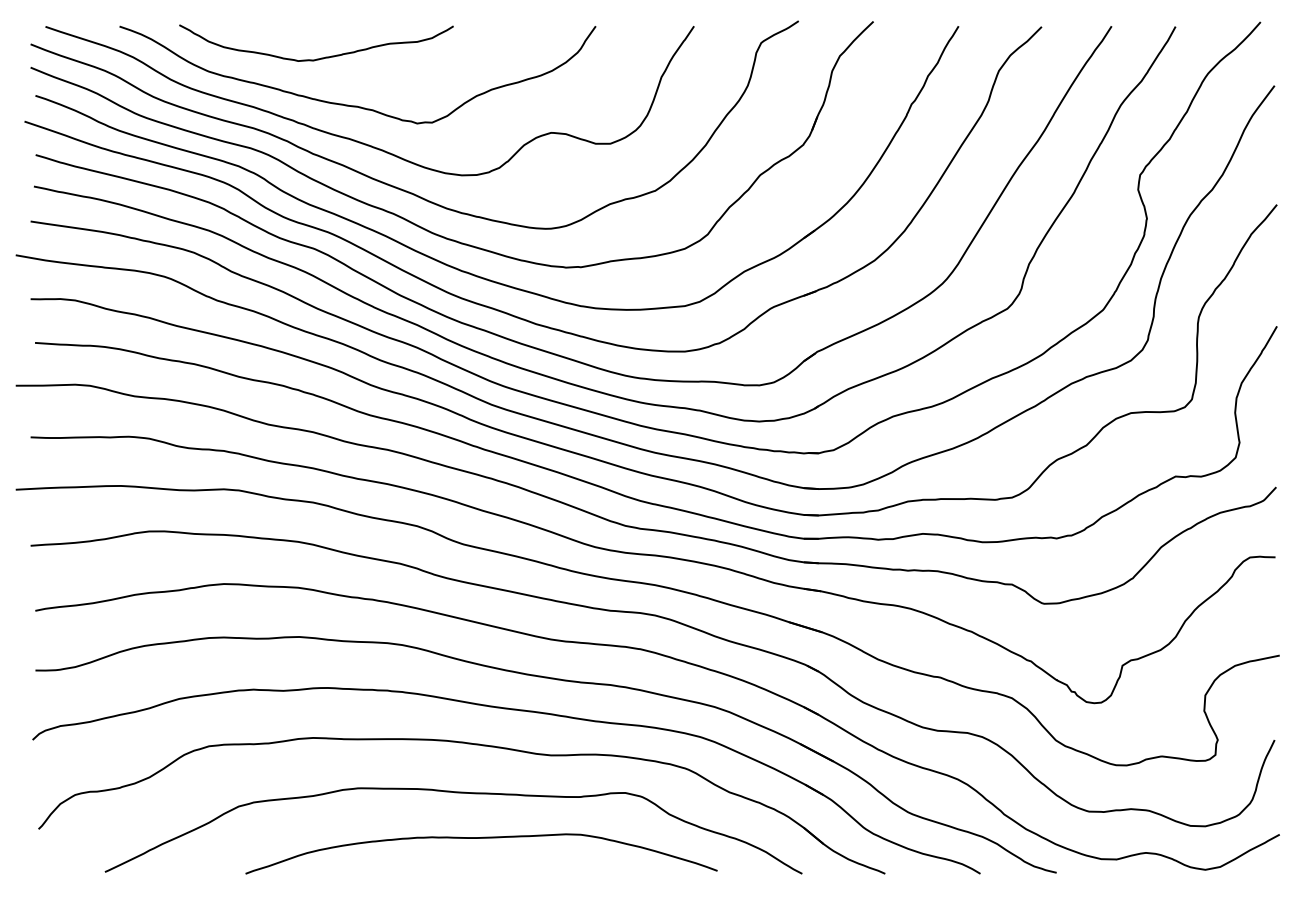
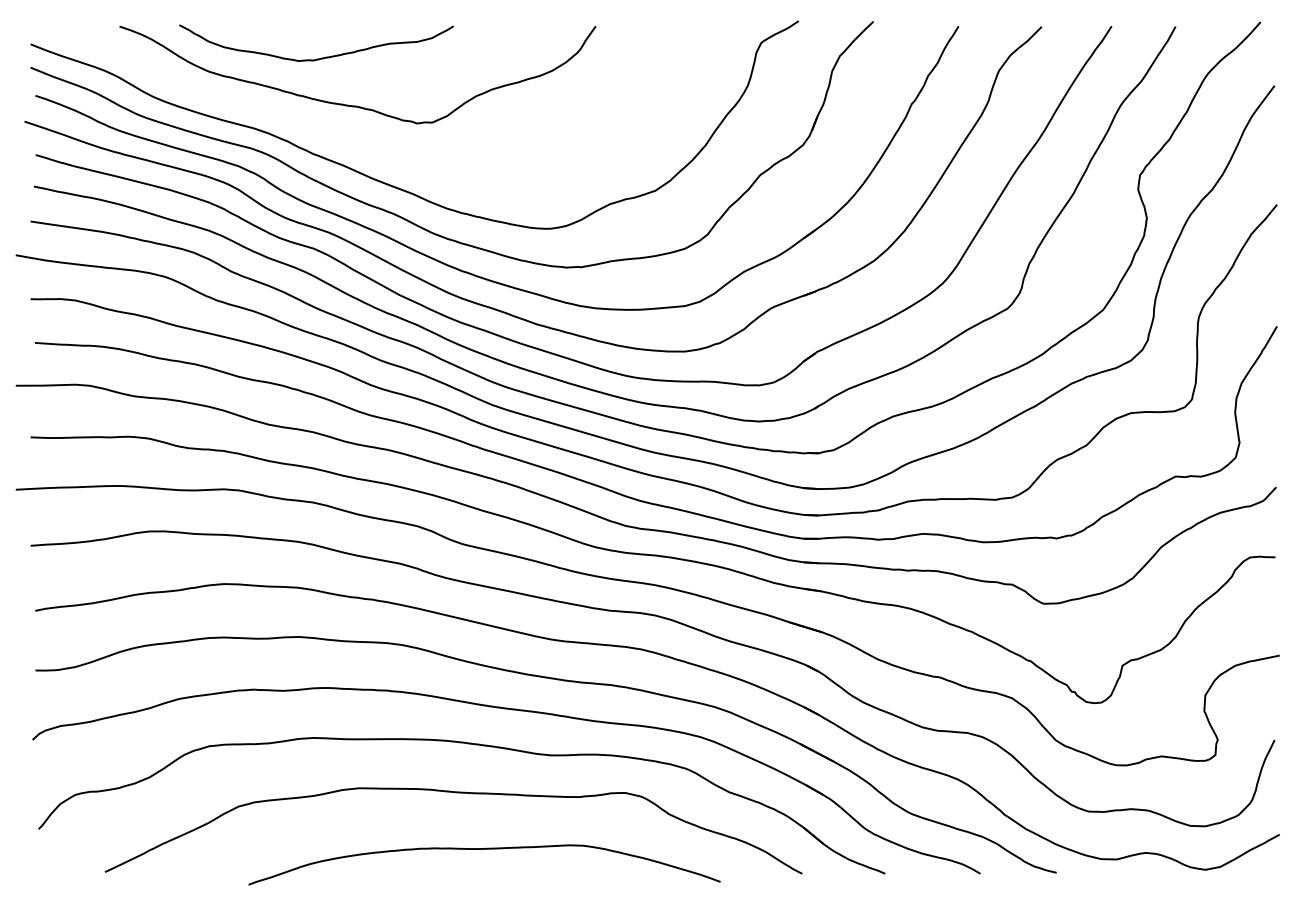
curve at (357, 140): present -> none
curve at (481, 838) position: (481, 838) -> (484, 849)
